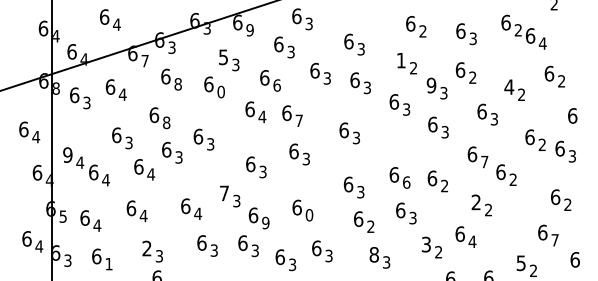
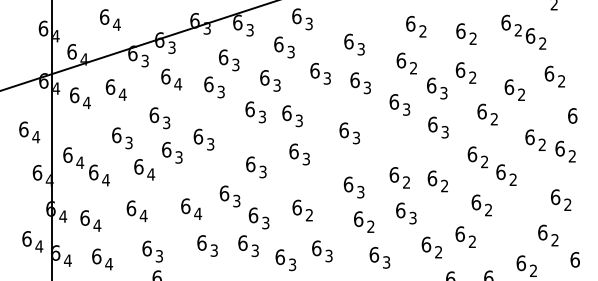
text at (249, 30): 9 -> 3
text at (472, 39): 3 -> 2
text at (542, 43): 4 -> 2
text at (223, 57): 5 -> 6
text at (144, 60): 7 -> 3
text at (401, 60): 1 -> 6
text at (178, 84): 8 -> 4
text at (276, 85): 6 -> 3
text at (431, 85): 9 -> 6
text at (509, 87): 4 -> 6
text at (56, 88): 8 -> 4
text at (220, 91): 0 -> 3
text at (86, 102): 3 -> 4
text at (262, 116): 4 -> 3
text at (493, 119): 3 -> 2
text at (298, 120): 7 -> 3
text at (166, 122): 8 -> 3
text at (67, 154): 9 -> 6
text at (571, 156): 3 -> 2
text at (484, 161): 7 -> 2
text at (406, 182): 6 -> 2
text at (224, 193): 7 -> 6
text at (476, 202): 2 -> 6
text at (309, 215): 0 -> 2
text at (63, 216): 5 -> 4
text at (265, 222): 9 -> 3
text at (554, 240): 7 -> 2
text at (472, 241): 4 -> 2
text at (426, 244): 3 -> 6
text at (146, 248): 2 -> 6
text at (374, 254): 8 -> 6
text at (67, 260): 3 -> 4
text at (521, 263): 5 -> 6
text at (109, 264): 1 -> 4
